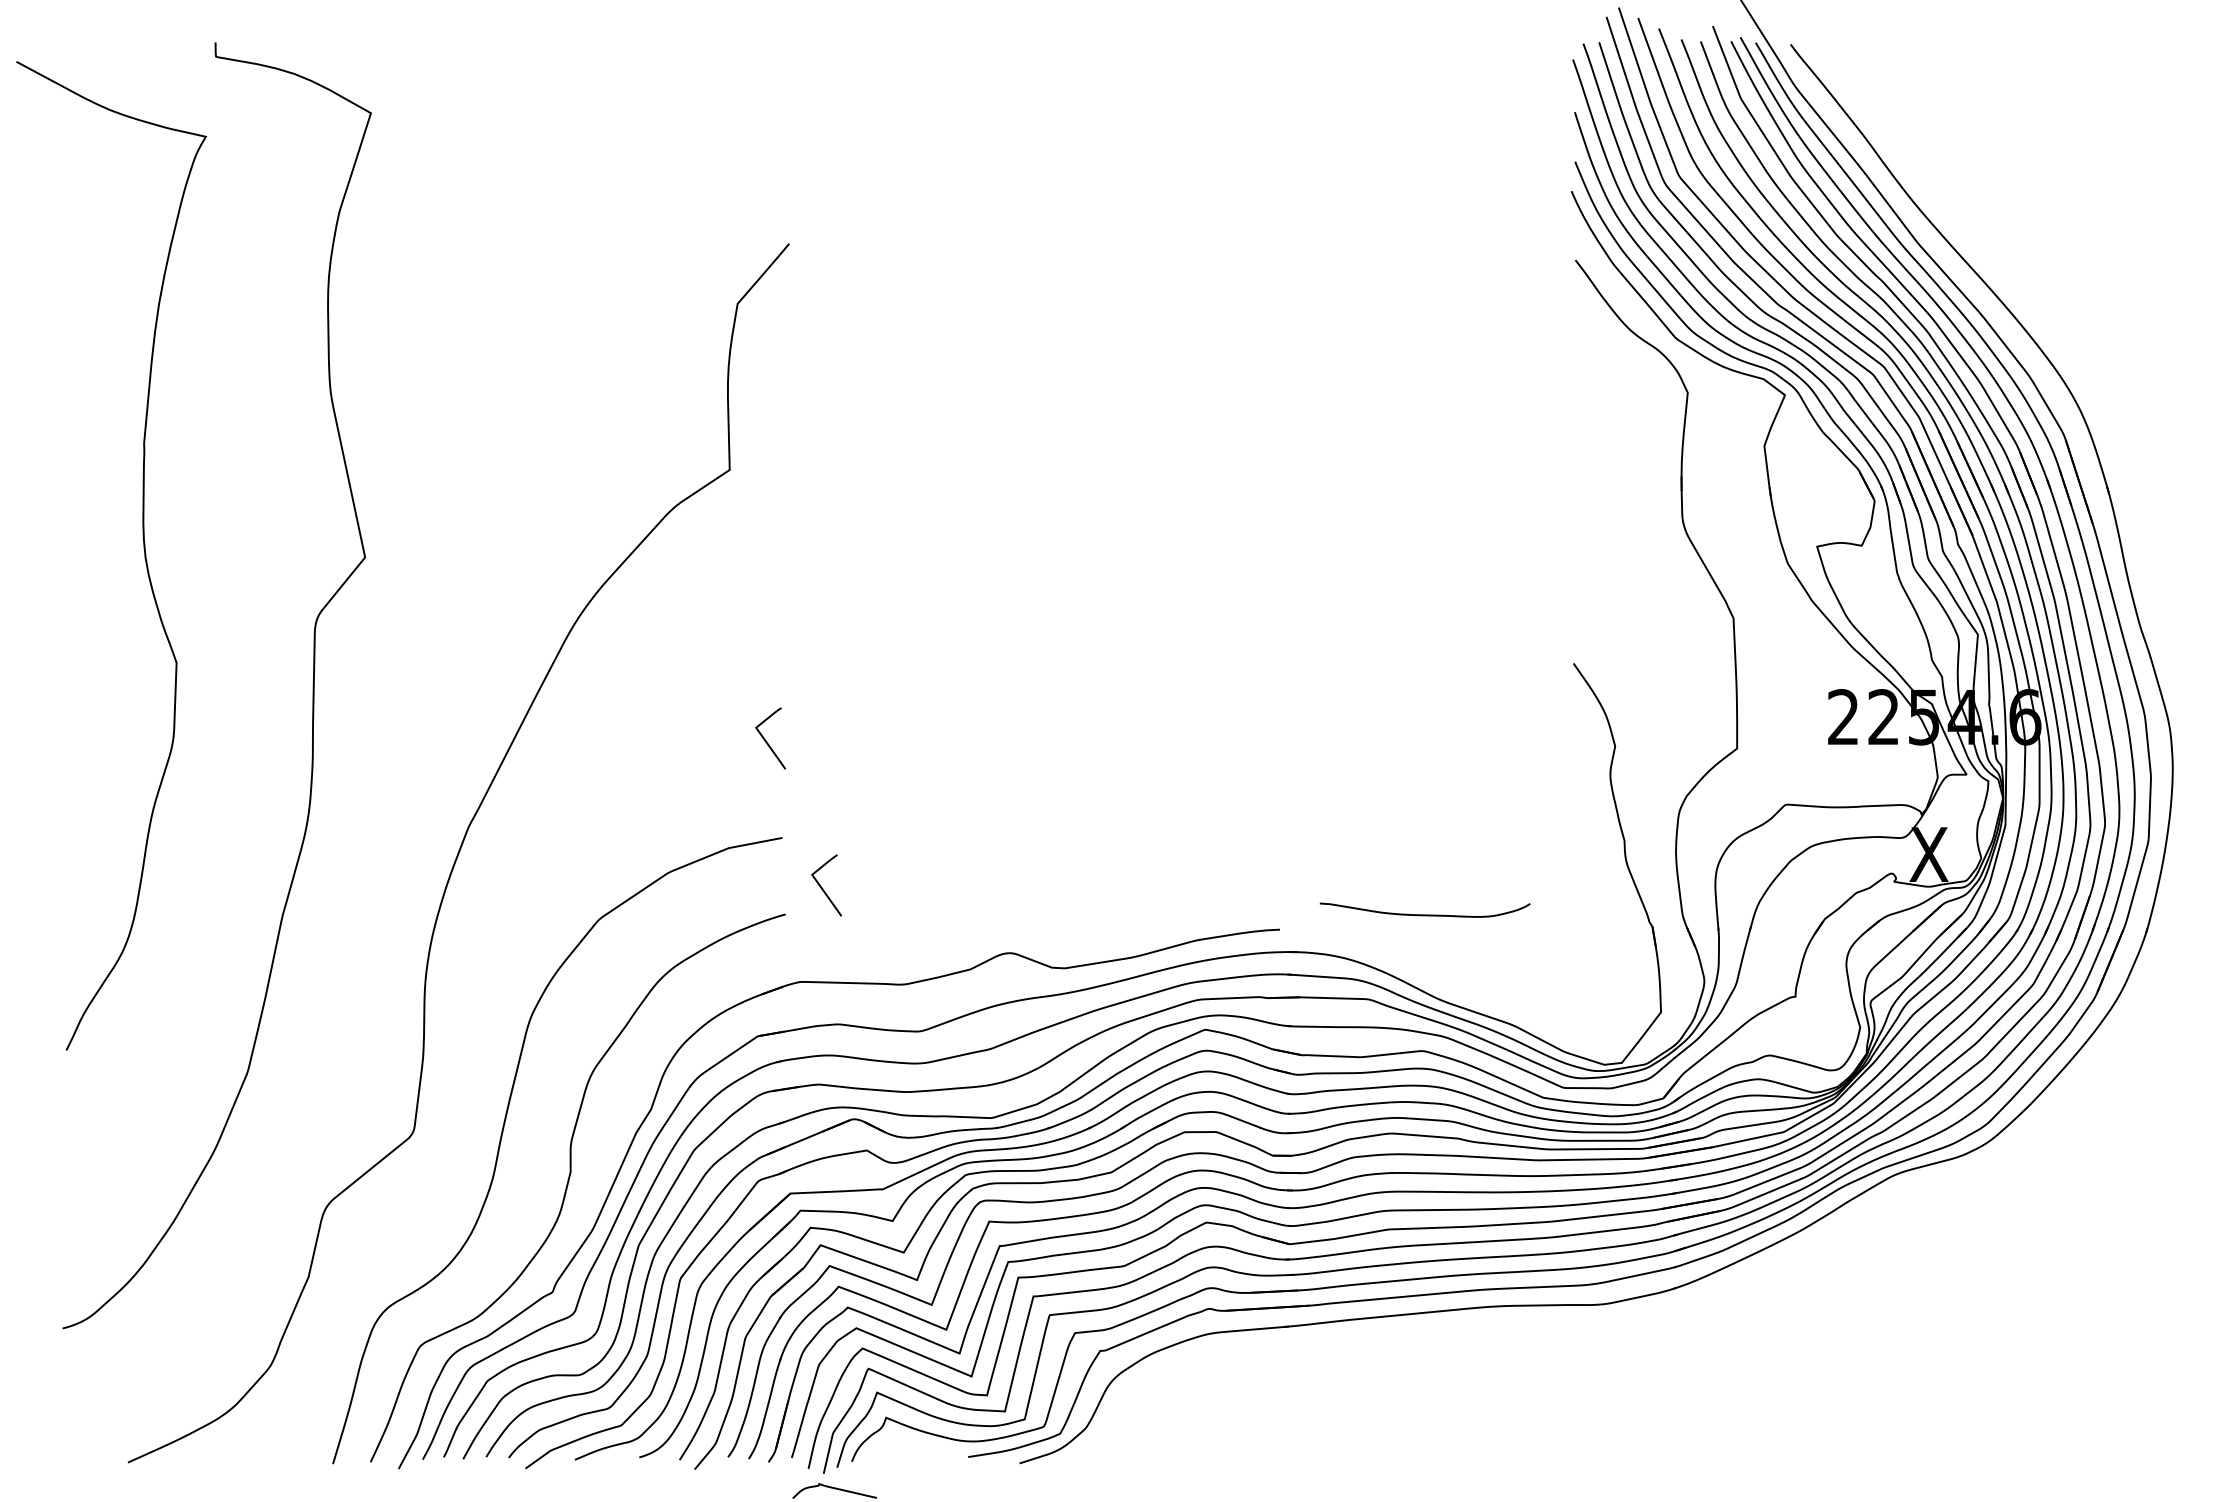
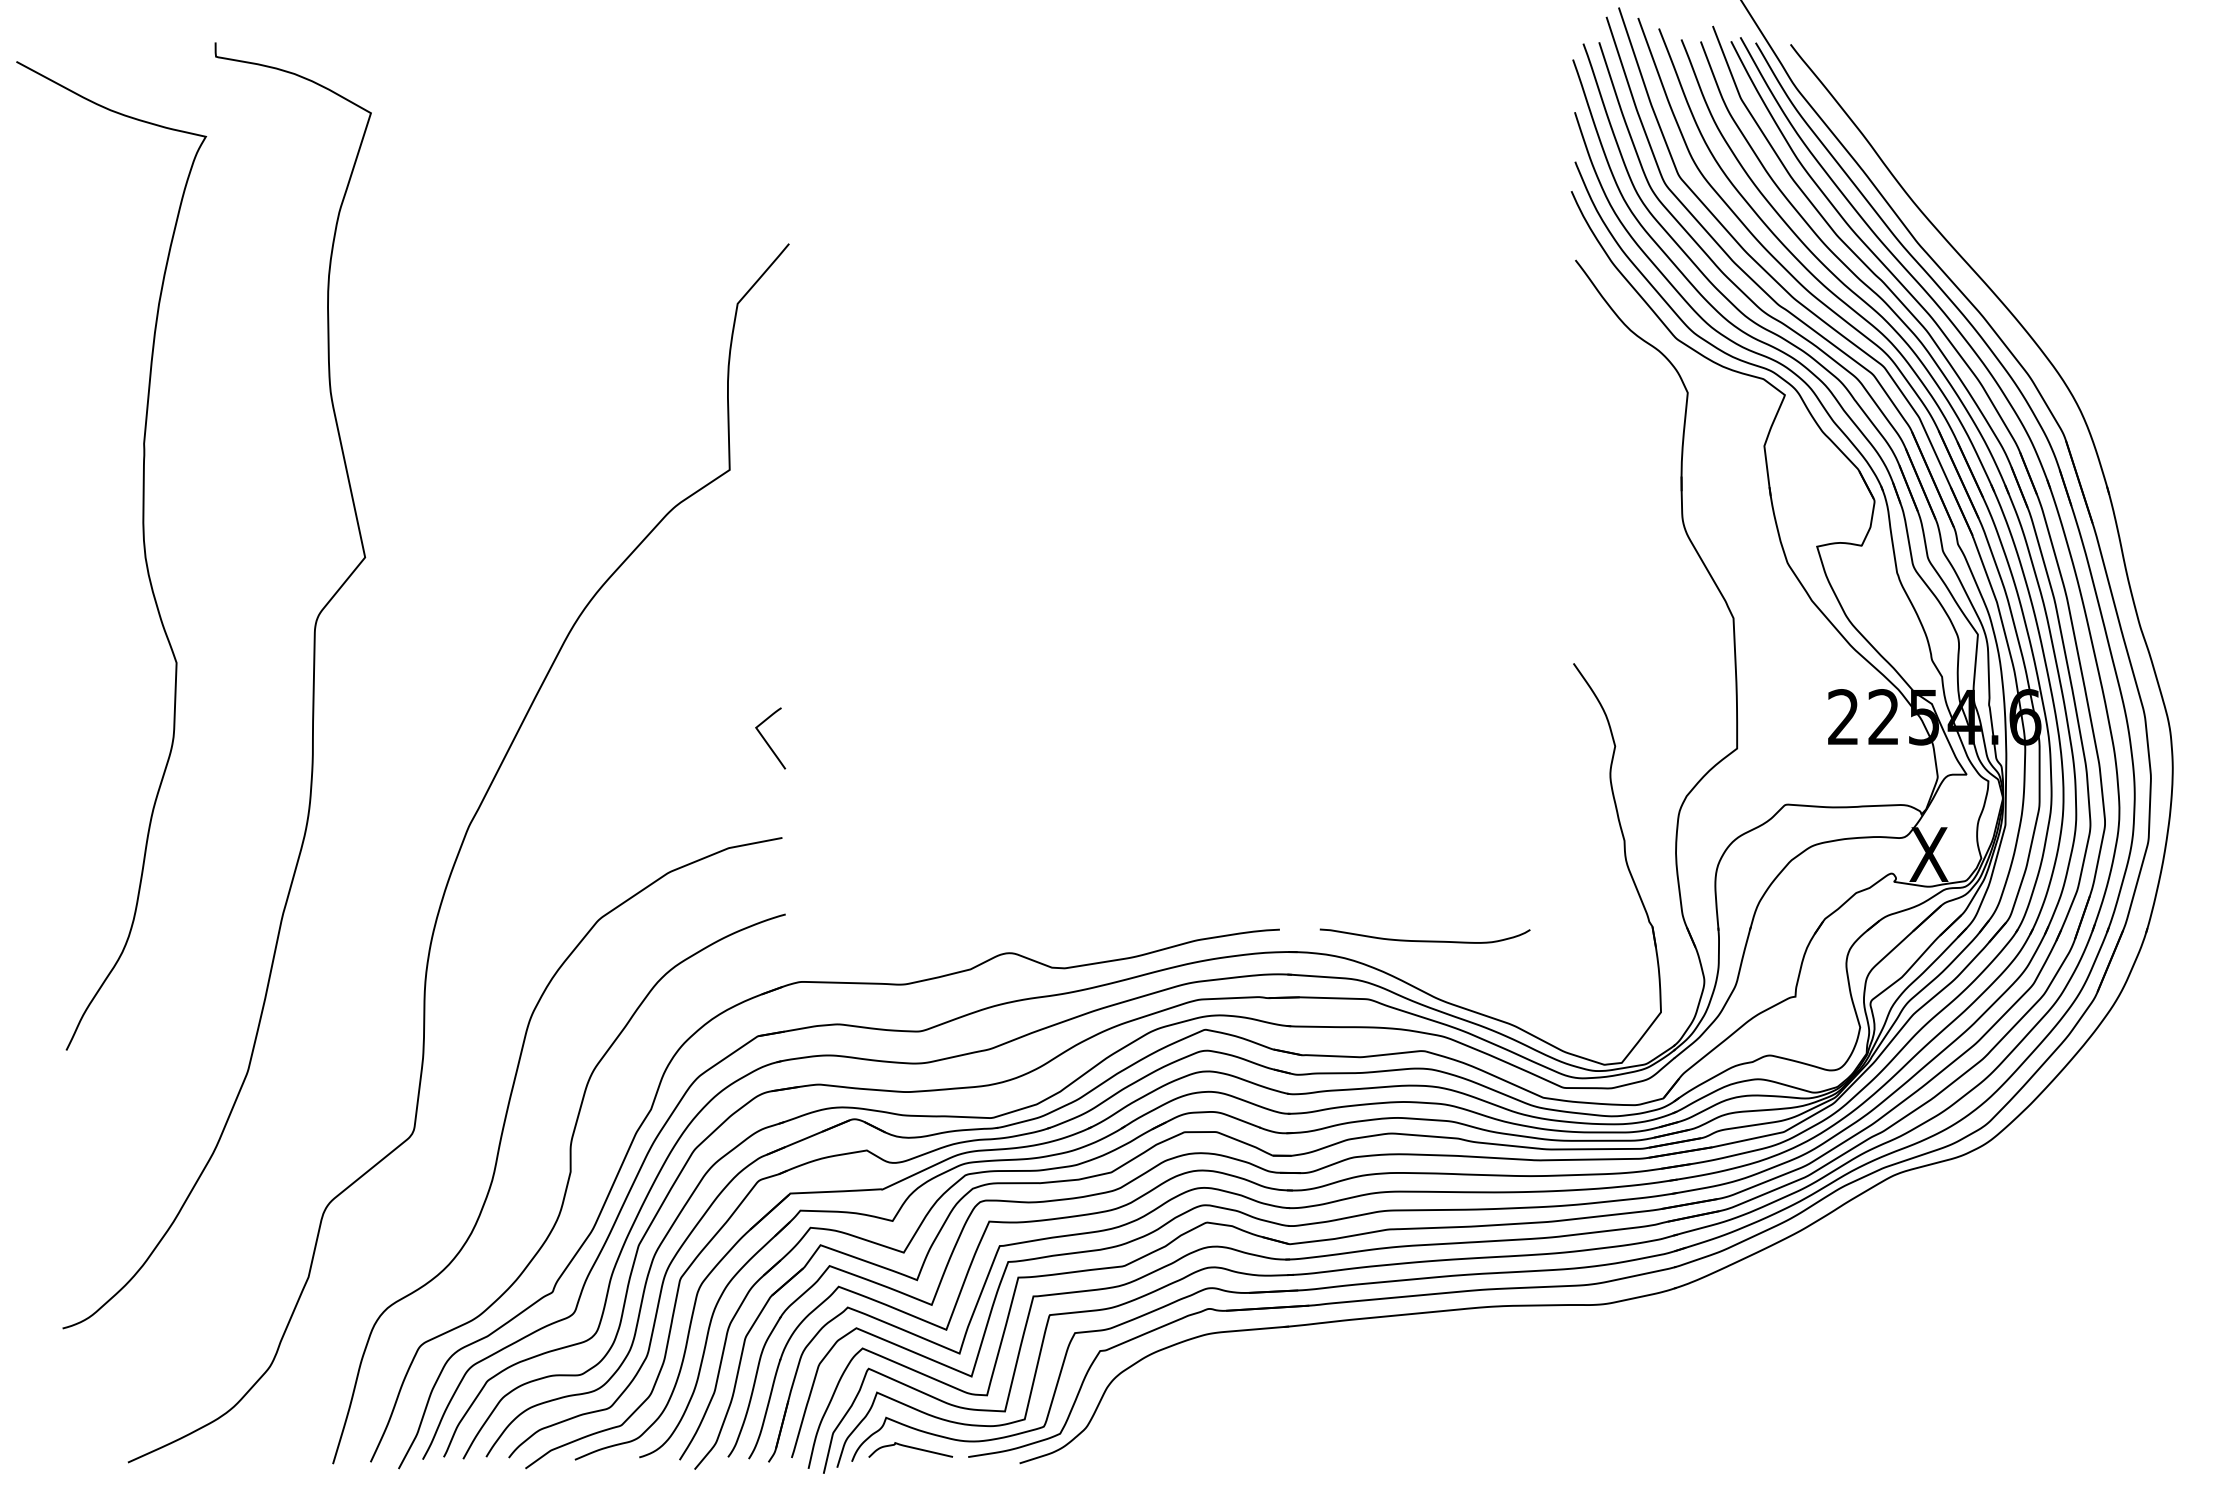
curve at (823, 888): present -> none
curve at (1424, 914) position: (1424, 914) -> (1424, 940)
curve at (834, 1489) position: (834, 1489) -> (910, 1448)
